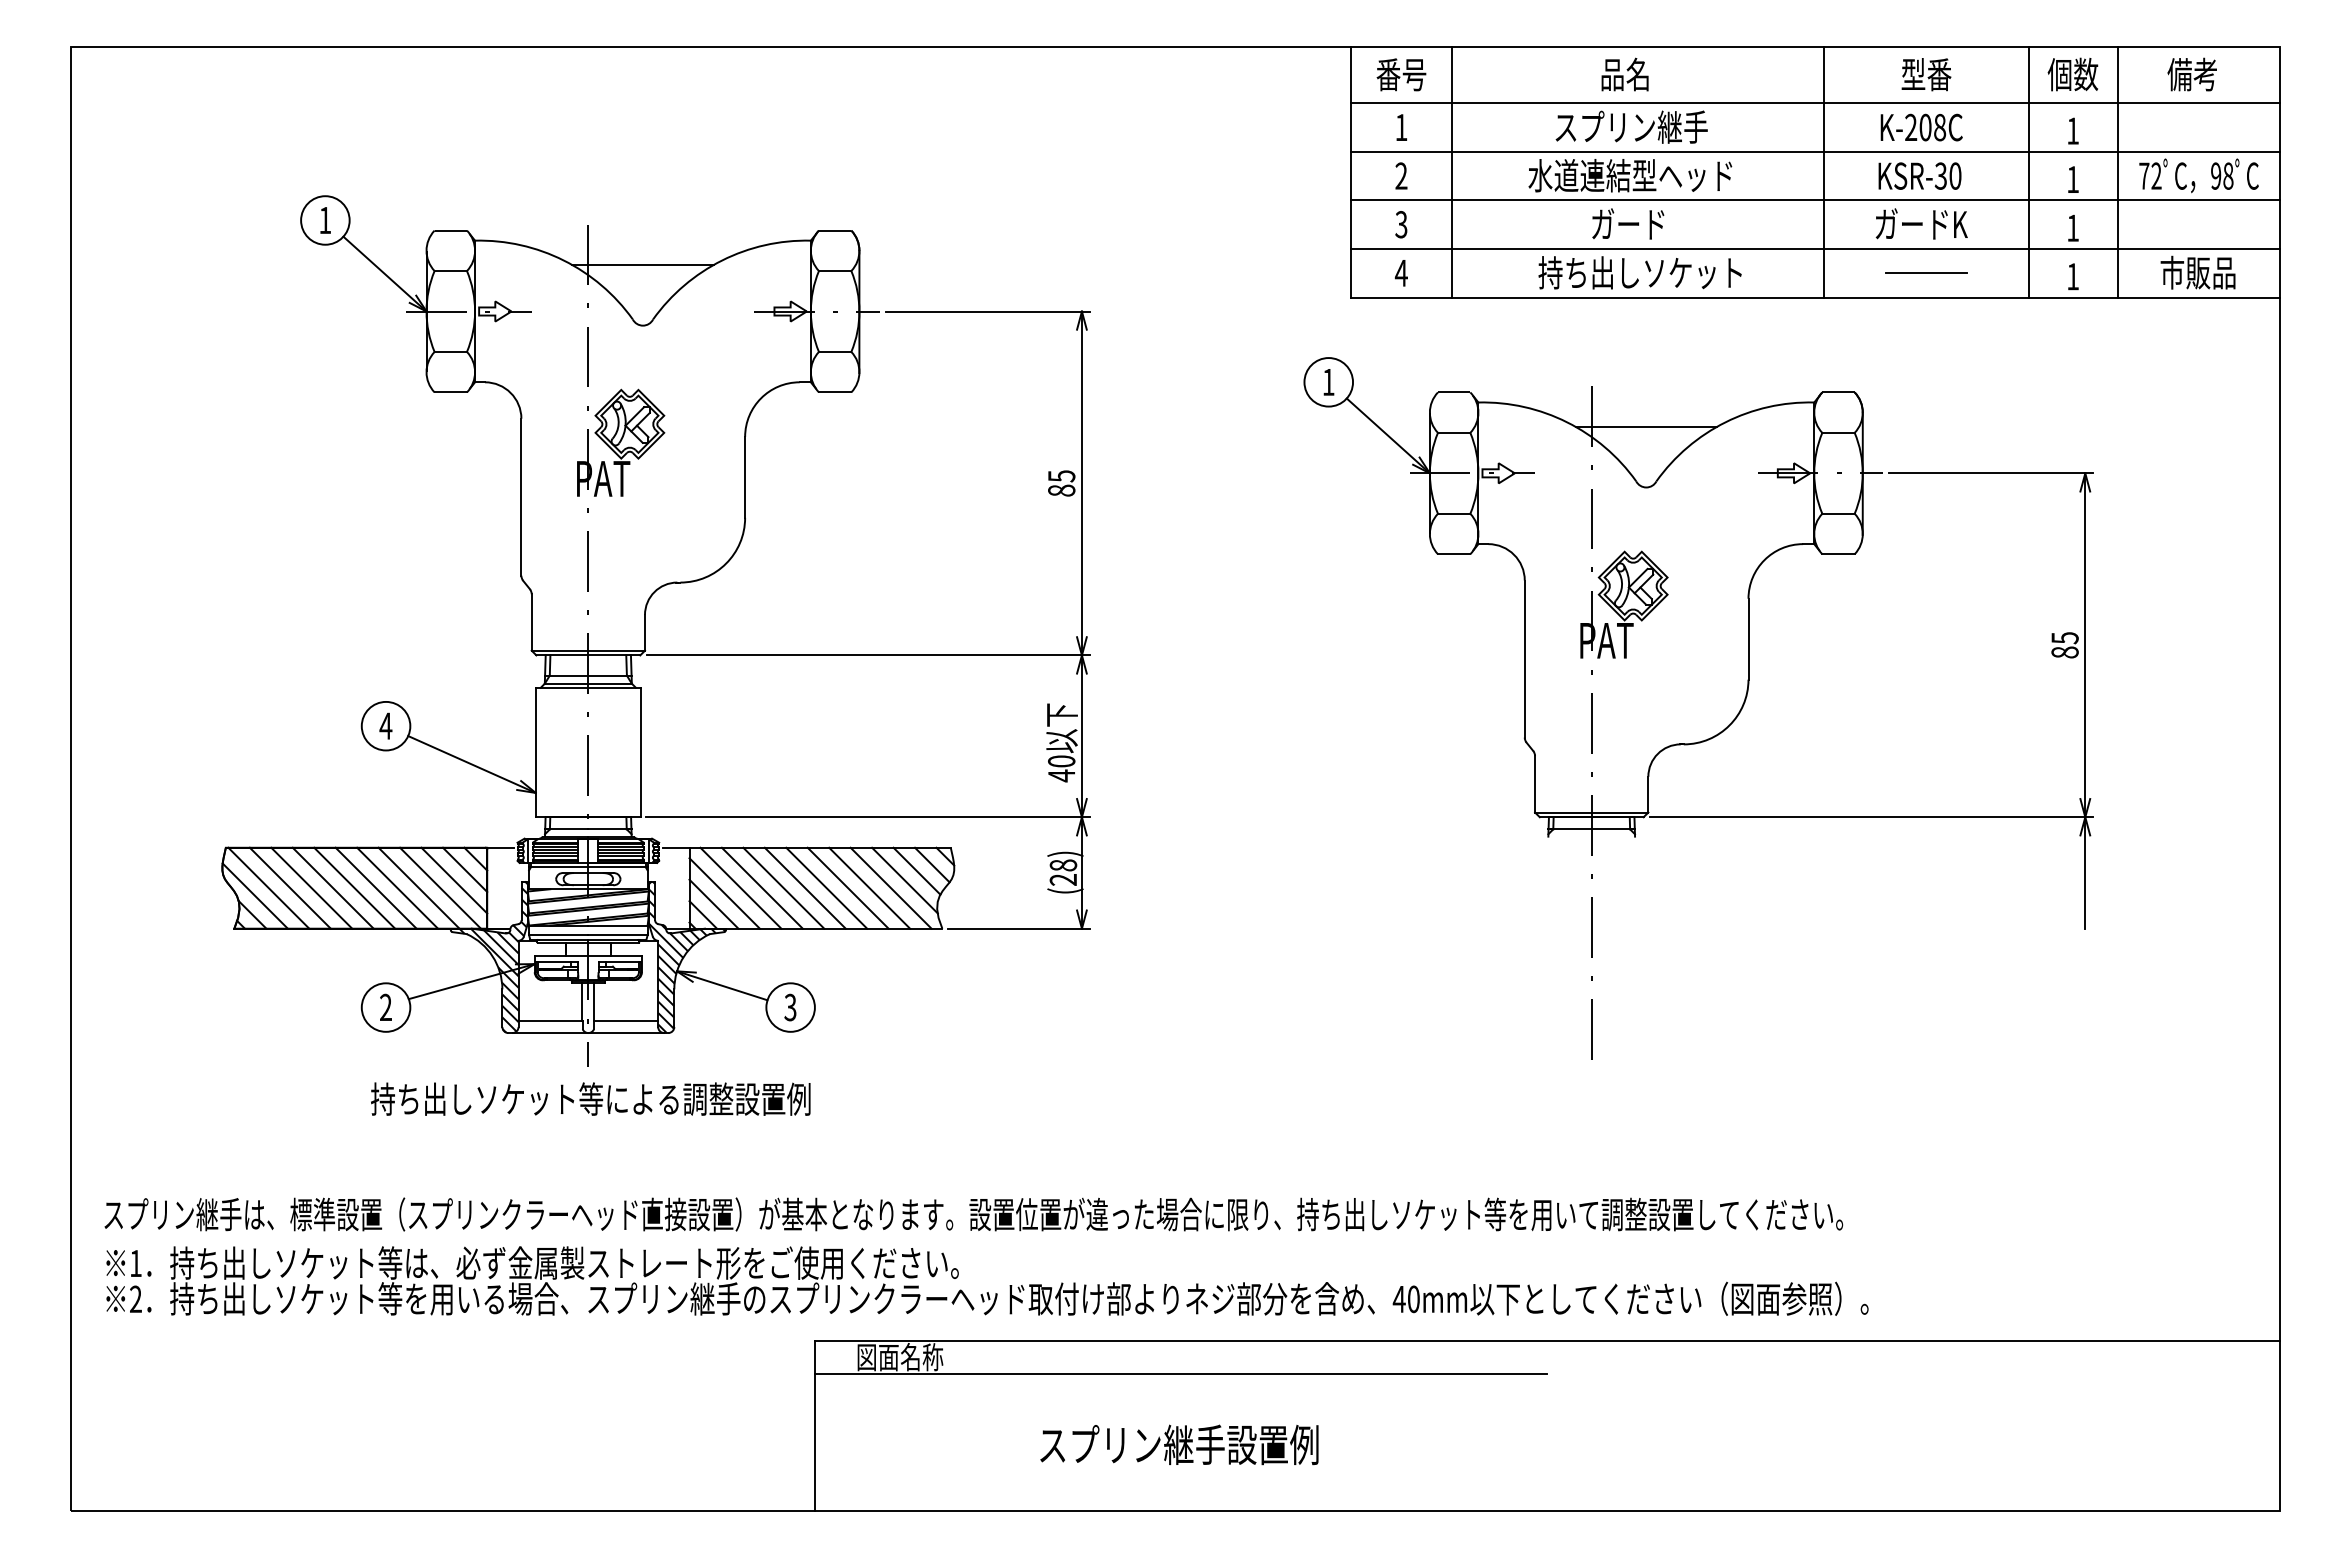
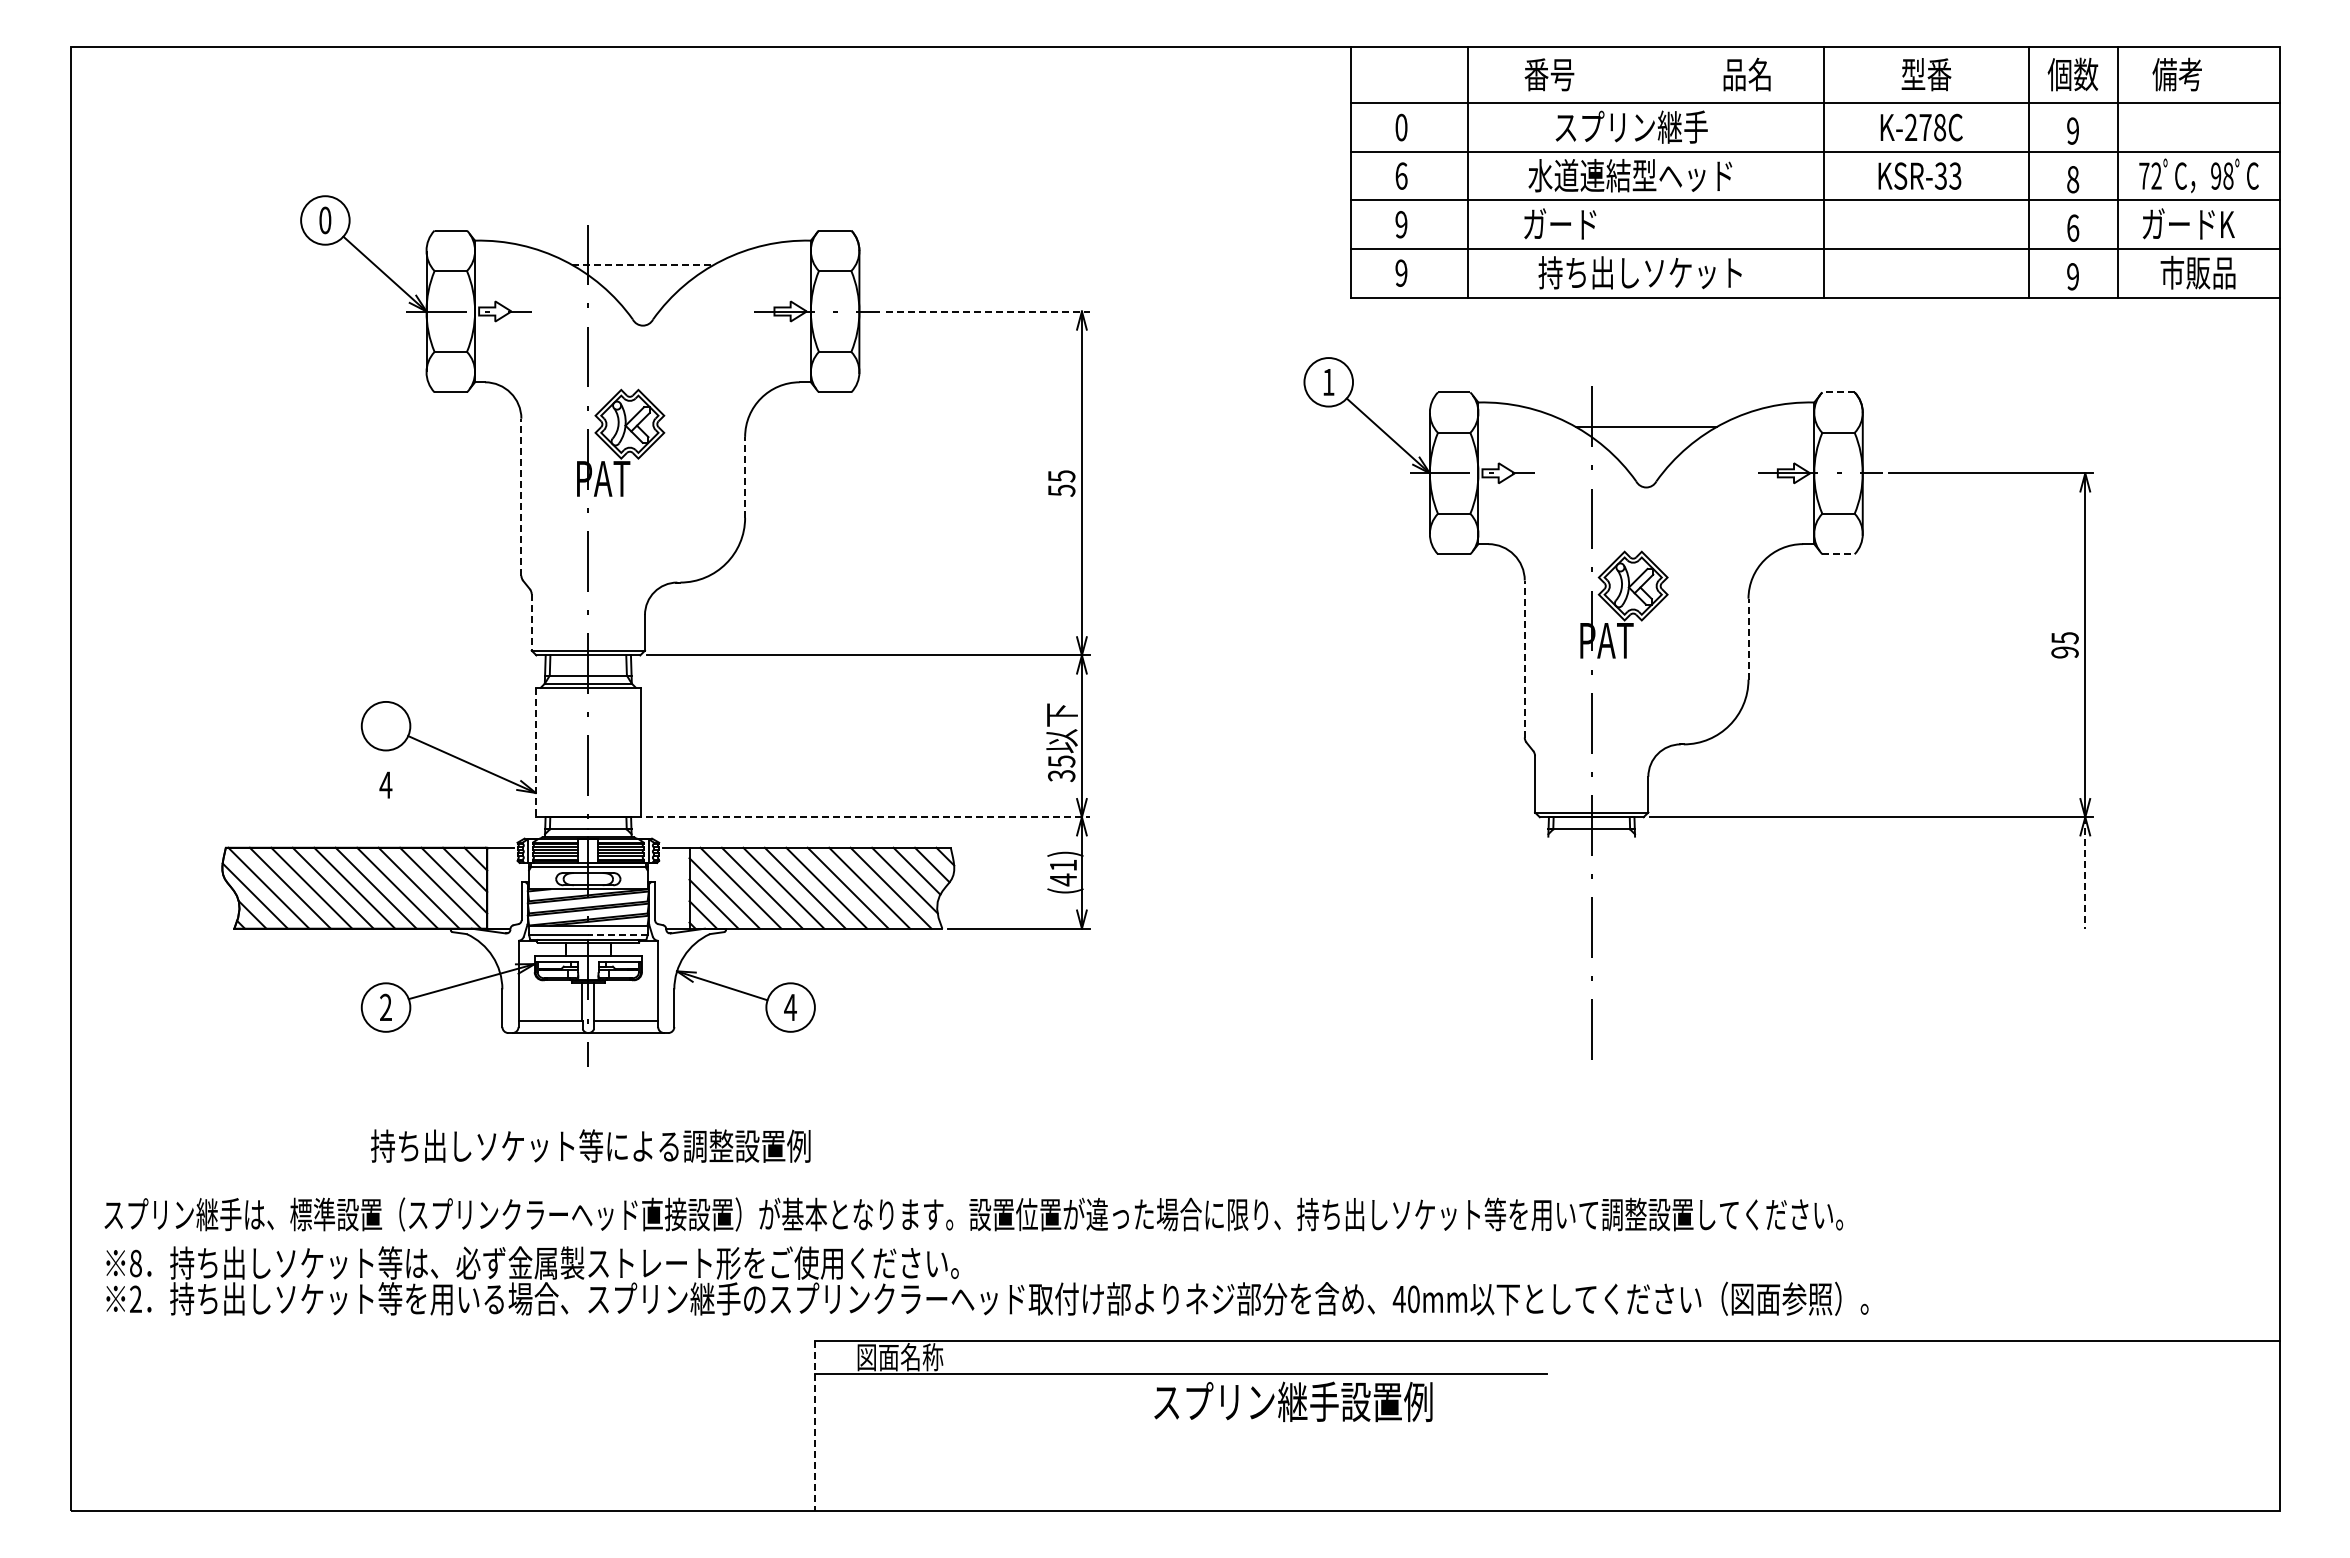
text at (1401, 74) position: (1401, 74) -> (1549, 74)
text at (1624, 74) position: (1624, 74) -> (1746, 74)
text at (2191, 74) position: (2191, 74) -> (2176, 74)
text at (1401, 127): 1 -> 0
text at (1925, 127): K-208C -> K-278C
text at (2072, 130): 1 -> 9
line at (1452, 171) position: (1452, 171) -> (1468, 171)
text at (1401, 175): 2 -> 6
text at (1955, 175): KSR-30 -> KSR-33
text at (2073, 179): 1 -> 8
text at (325, 220): 1 -> 0
text at (1628, 223) position: (1628, 223) -> (1560, 223)
text at (1921, 223) position: (1921, 223) -> (2188, 223)
text at (1401, 224): 3 -> 9
text at (2073, 227): 1 -> 6
line at (642, 264): solid -> dashed
text at (1400, 272): 4 -> 9
line at (1926, 273): present -> none
text at (2072, 276): 1 -> 9
line at (988, 311): solid -> dashed
line at (1838, 392): solid -> dashed
line at (745, 476): solid -> dashed
text at (1061, 490): 85 -> 55
line at (521, 496): solid -> dashed
line at (1839, 554): solid -> dashed
line at (531, 622): solid -> dashed
line at (1748, 638): solid -> dashed
text at (2064, 652): 85 -> 95
line at (1524, 658): solid -> dashed
text at (385, 725) position: (385, 725) -> (385, 784)
line at (535, 752): solid -> dashed
text at (1061, 768): 40 -> 35
line at (868, 817): solid -> dashed
text at (1063, 872): (28) -> (41)
line at (2085, 872): solid -> dashed
line at (617, 935): solid -> dashed
hatch at (687, 957): present -> none
hatch at (493, 959): present -> none
text at (790, 1007): 3 -> 4
text at (590, 1098) position: (590, 1098) -> (590, 1145)
text at (135, 1263): 1 -> 8
line at (814, 1426): solid -> dashed
text at (1179, 1444) position: (1179, 1444) -> (1293, 1401)
